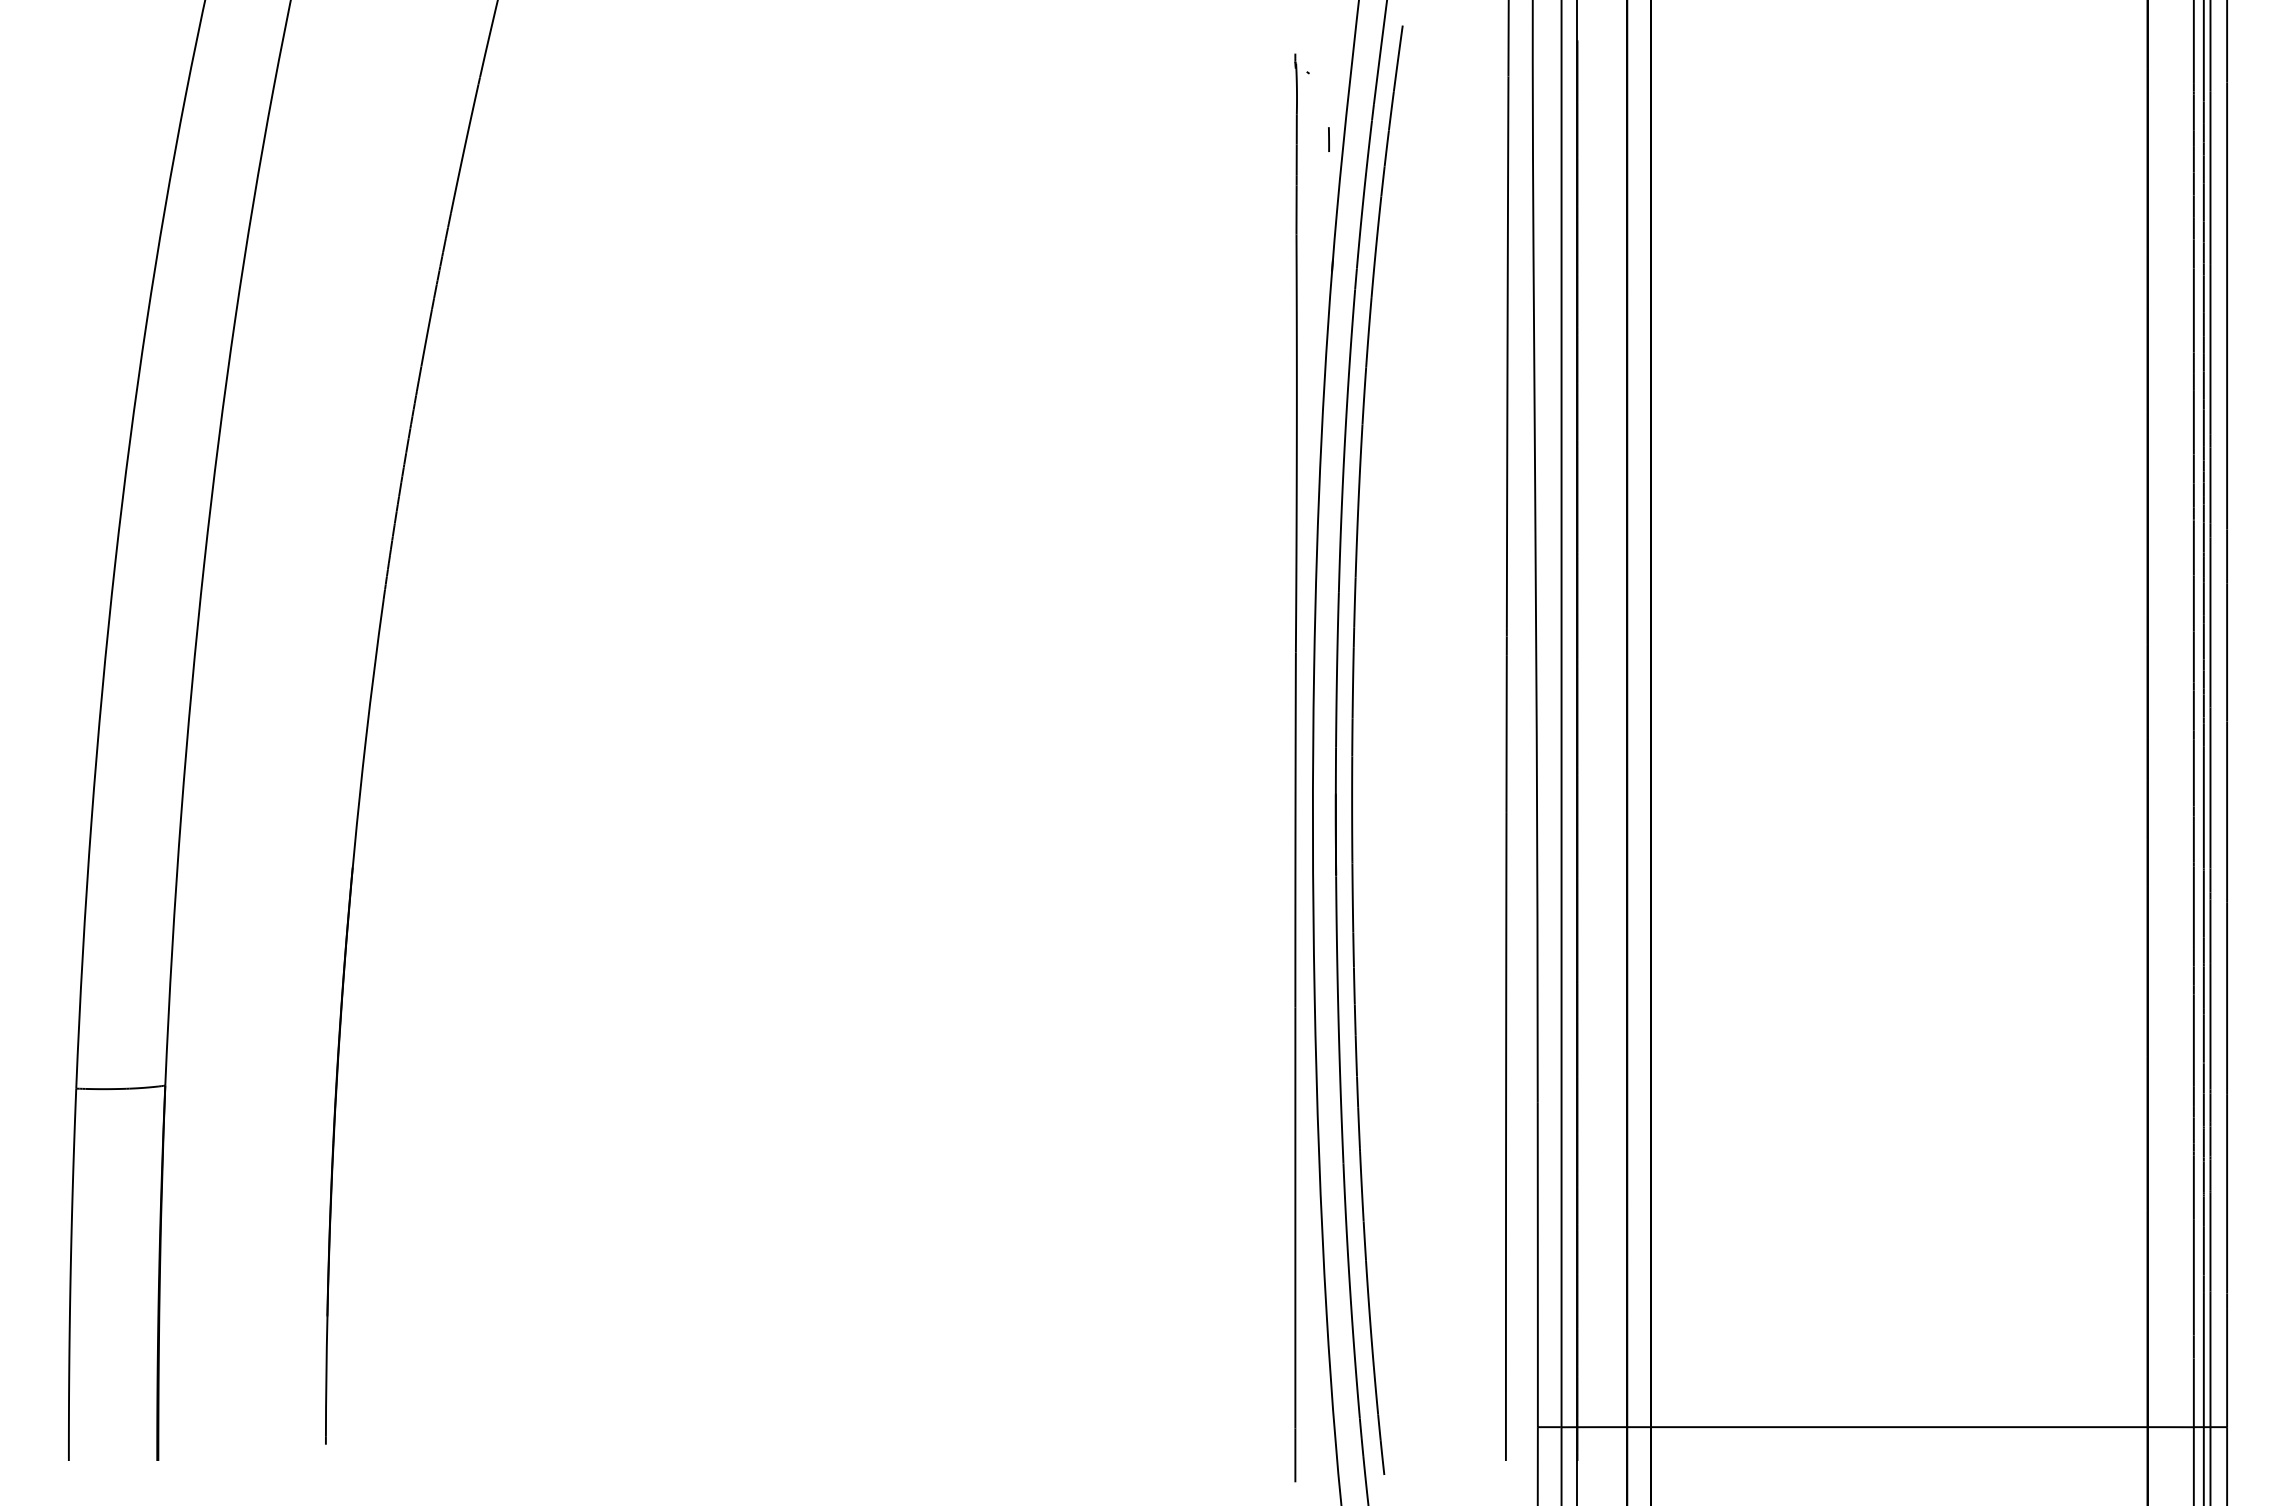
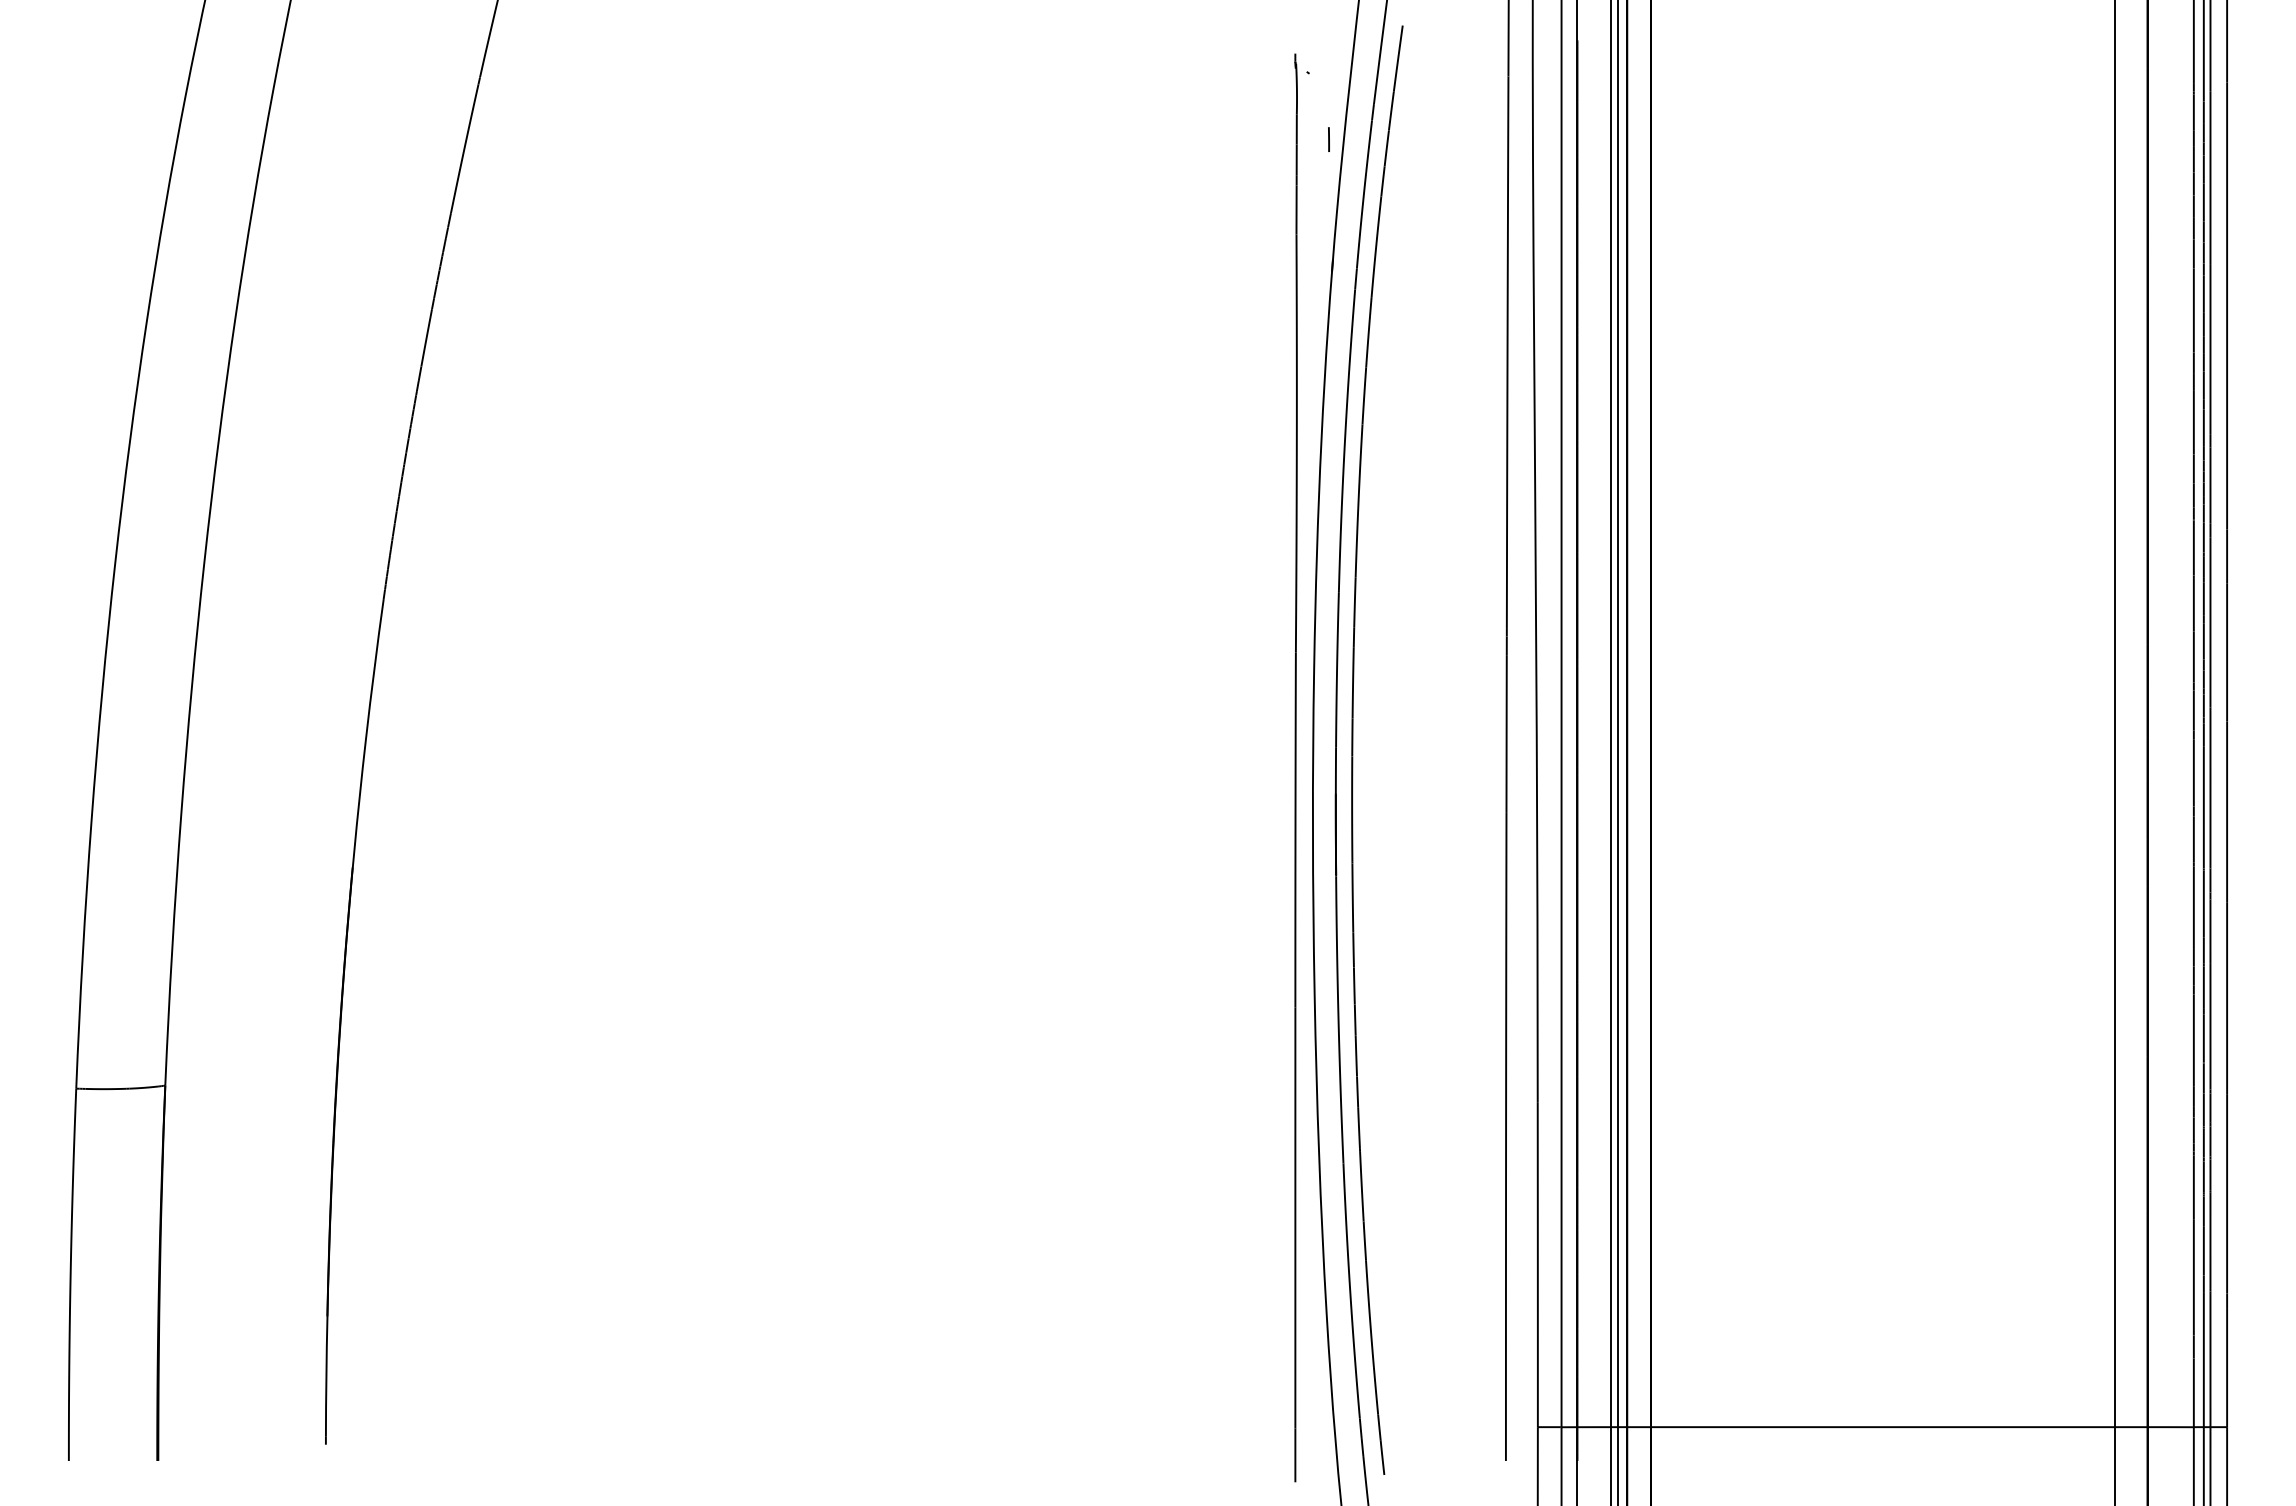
line at (1611, 752): none -> present
line at (1618, 752): none -> present
line at (2114, 752): none -> present
